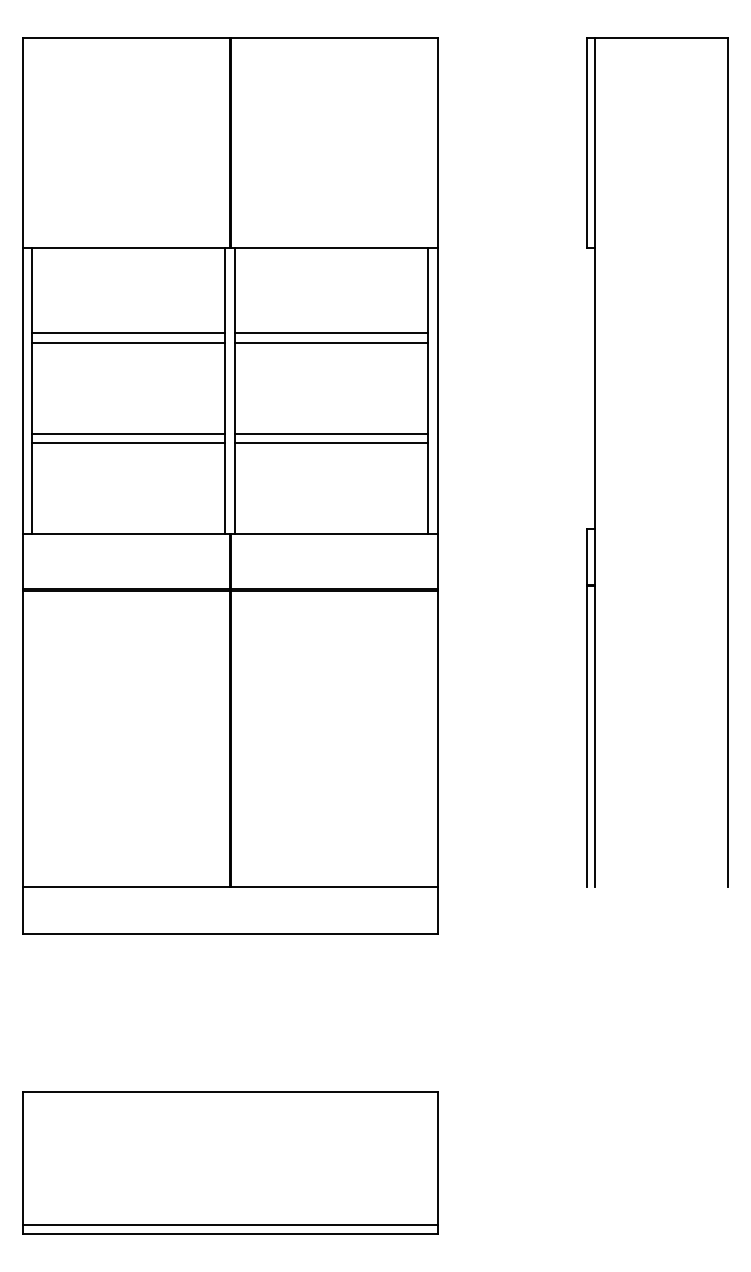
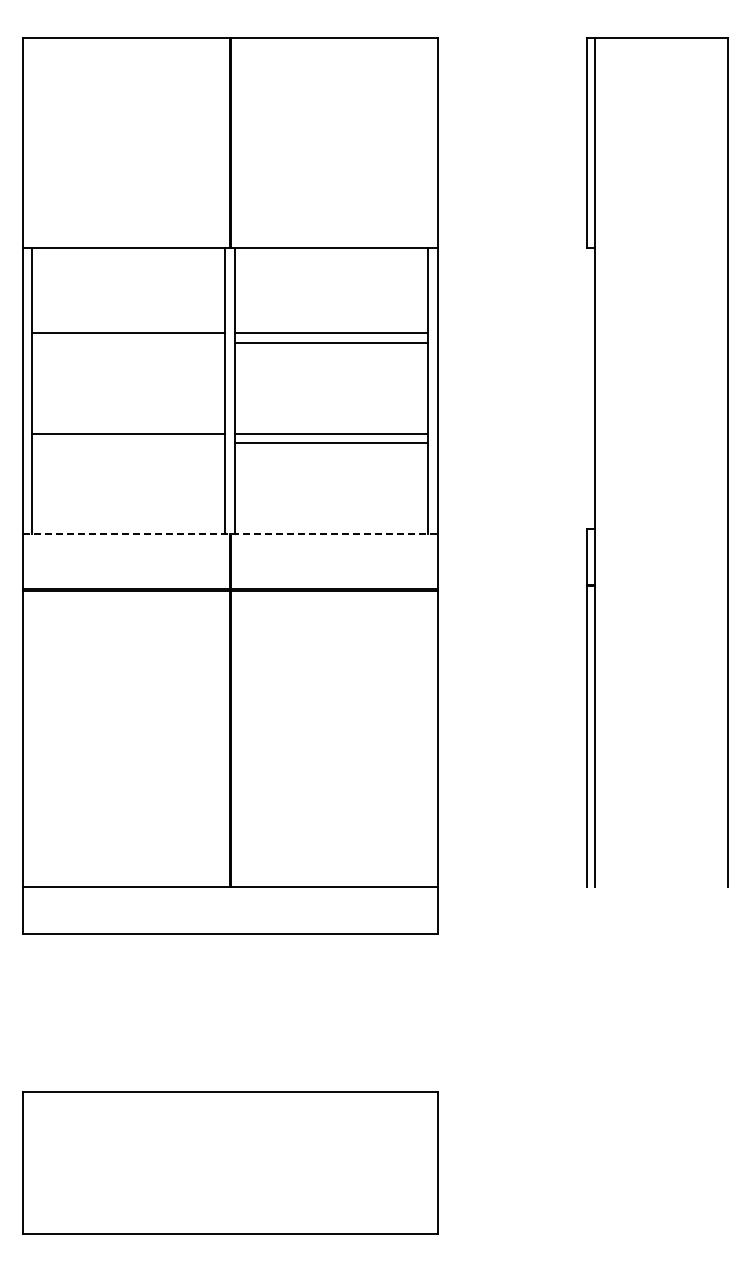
line at (128, 342): present -> none
line at (128, 443): present -> none
line at (230, 534): solid -> dashed
line at (230, 1225): present -> none
